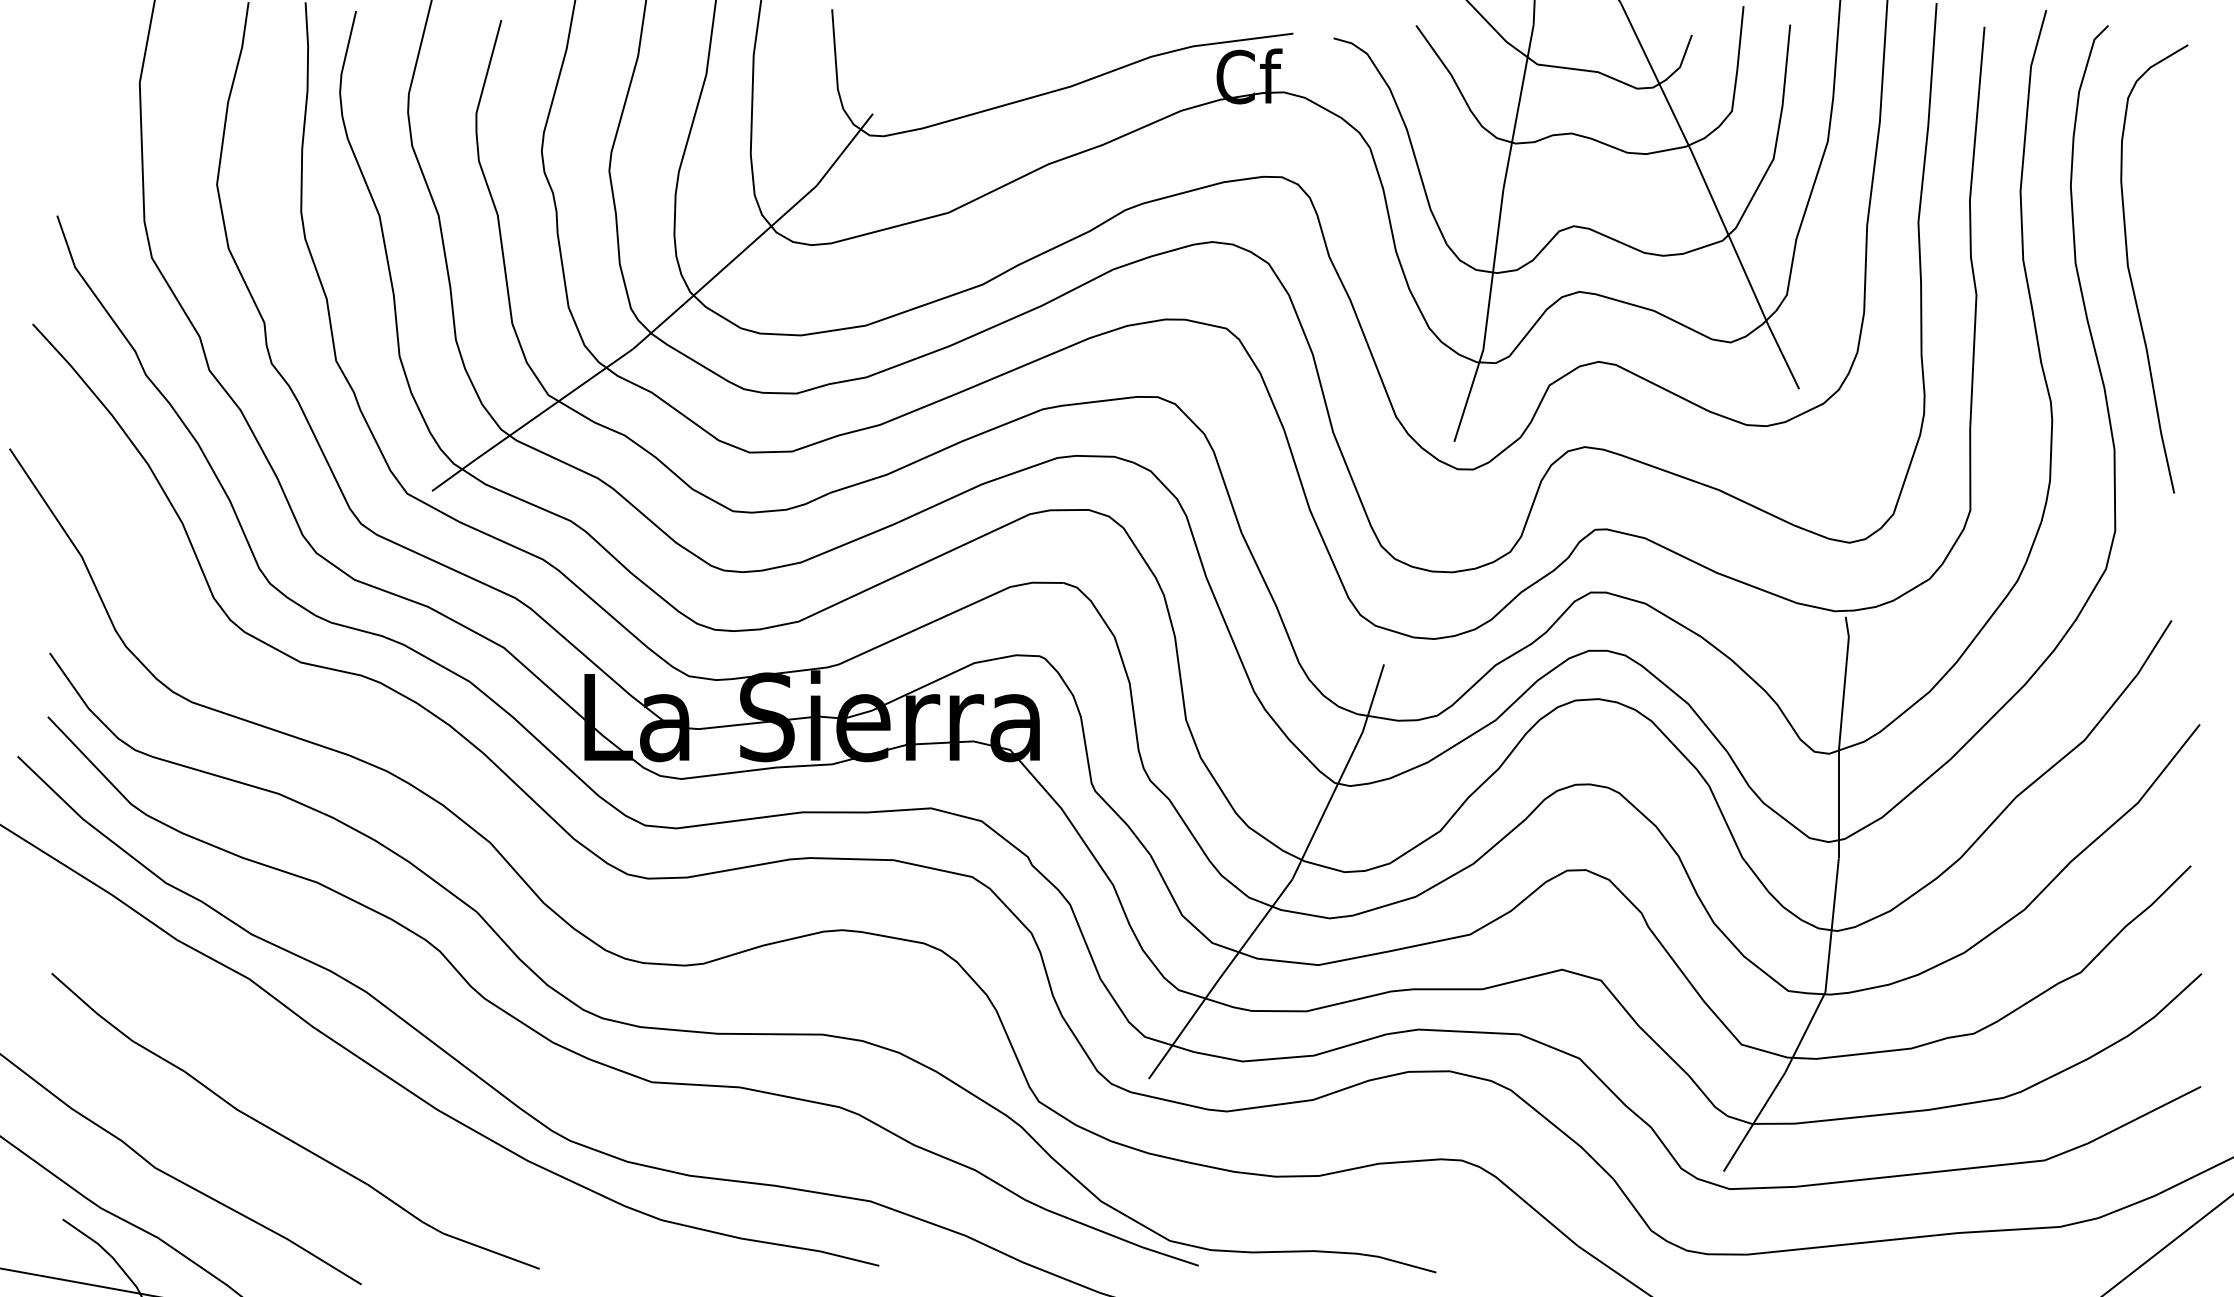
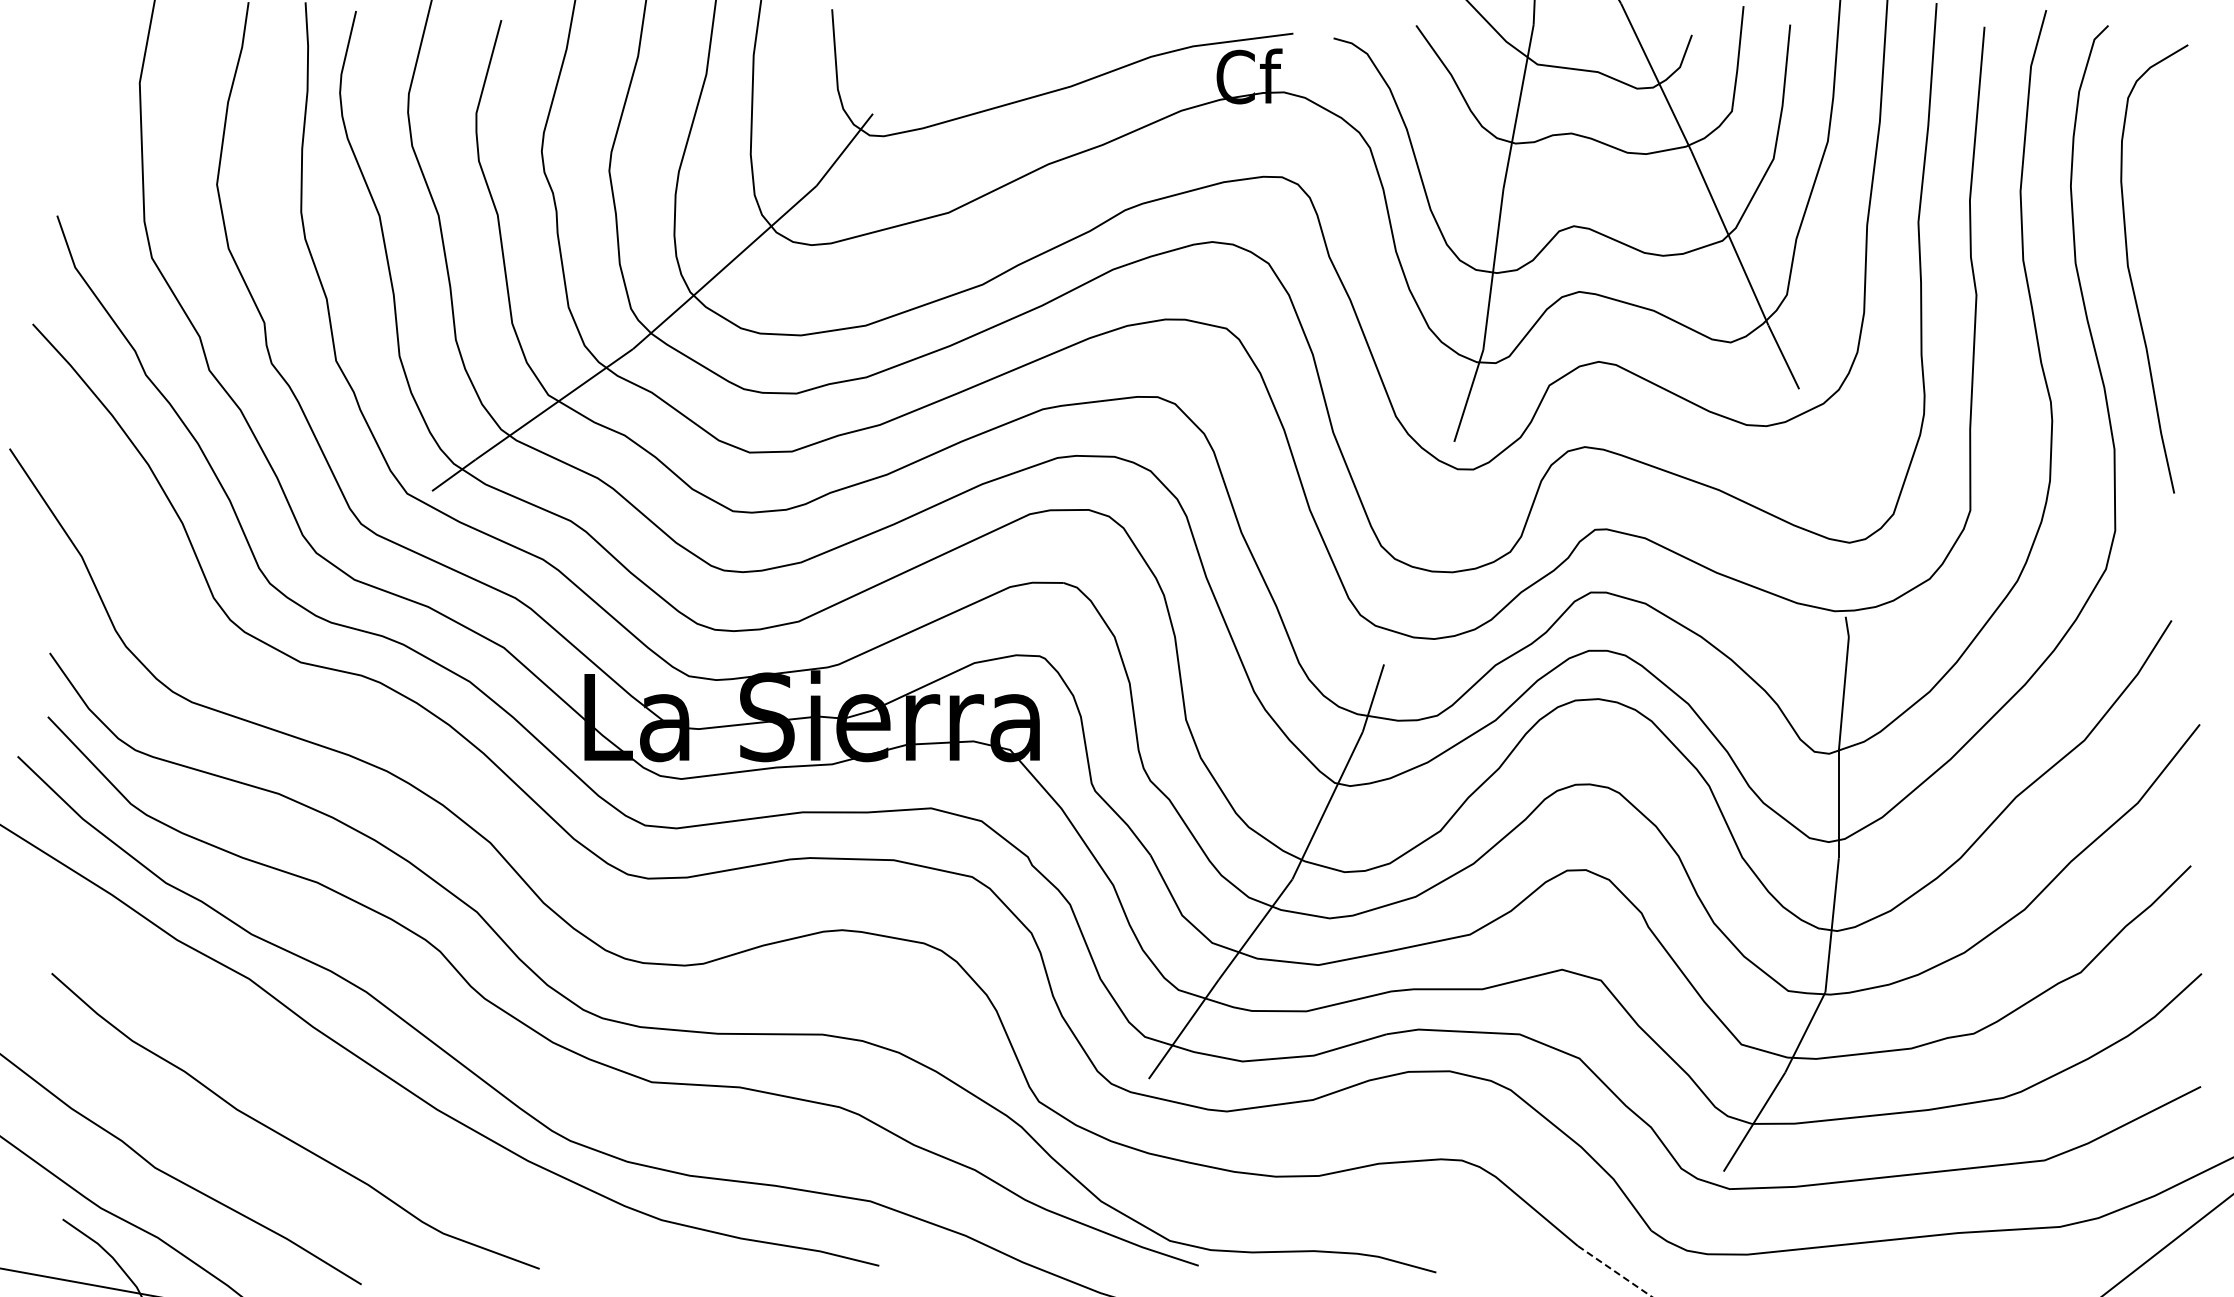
line at (1614, 1271): solid -> dashed
